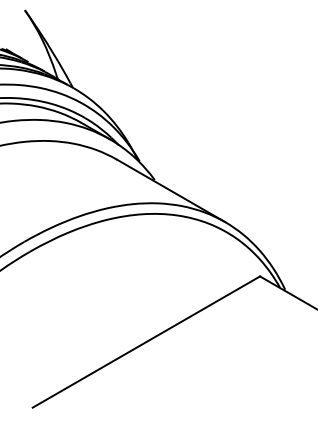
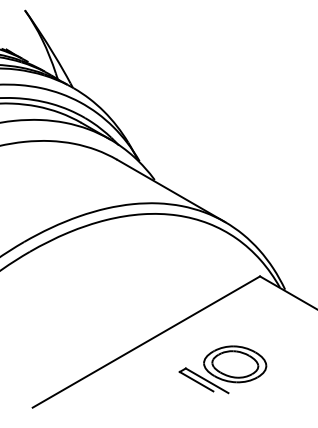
part at (222, 369): none -> present
